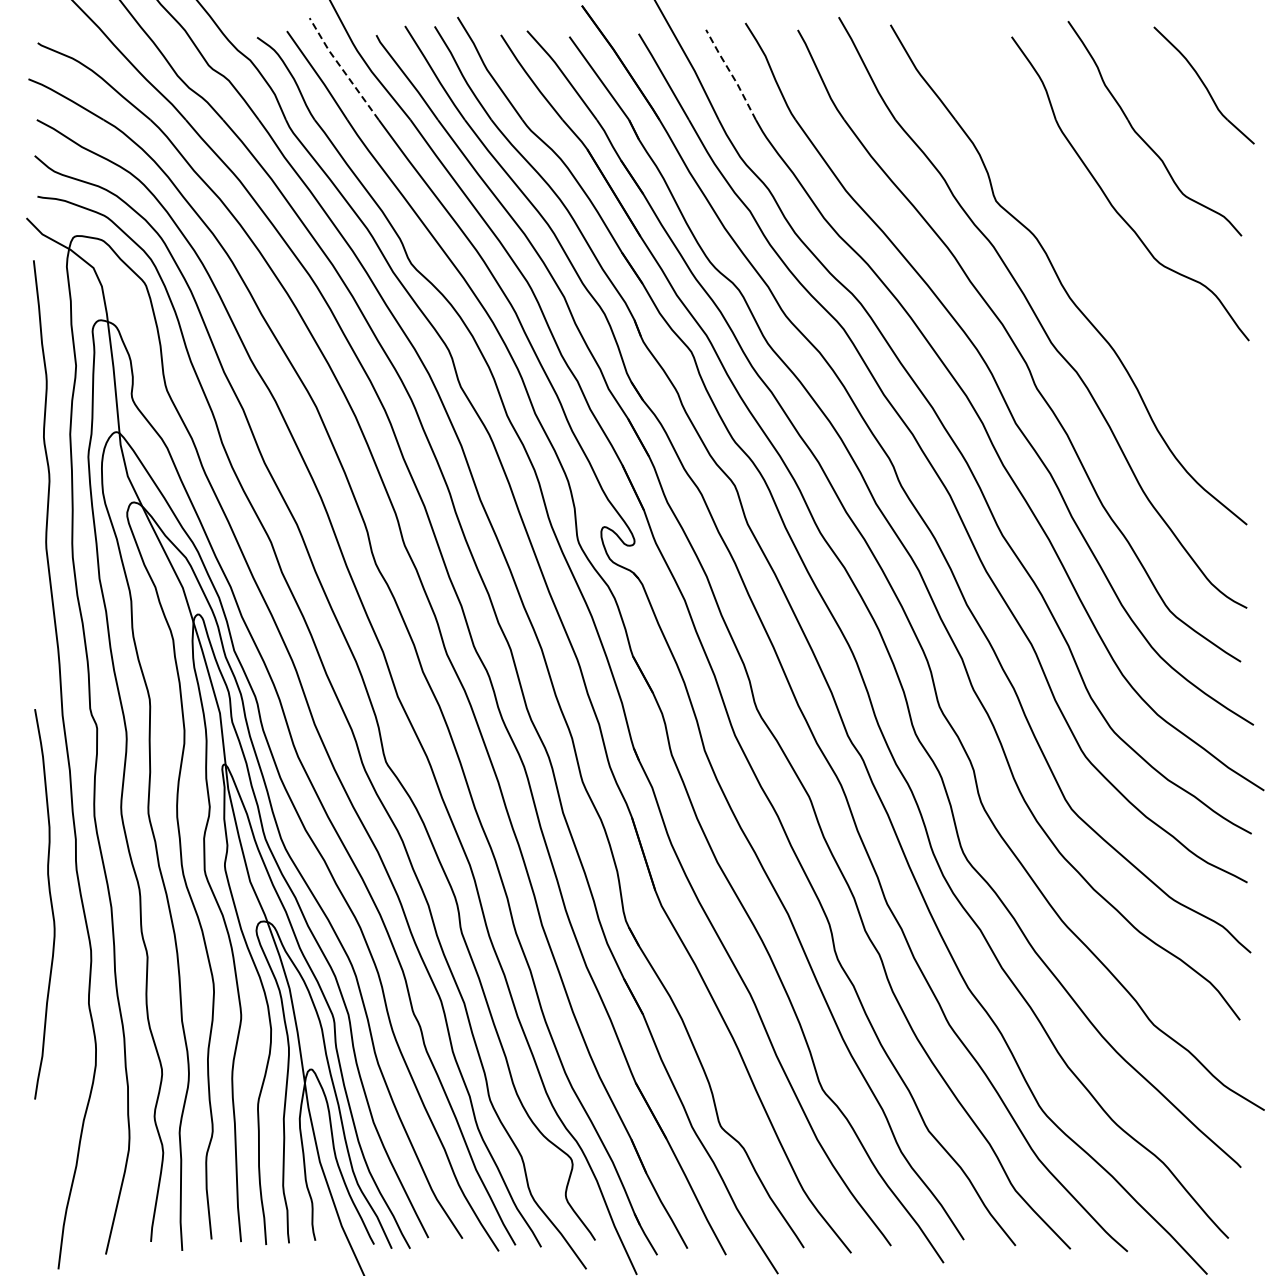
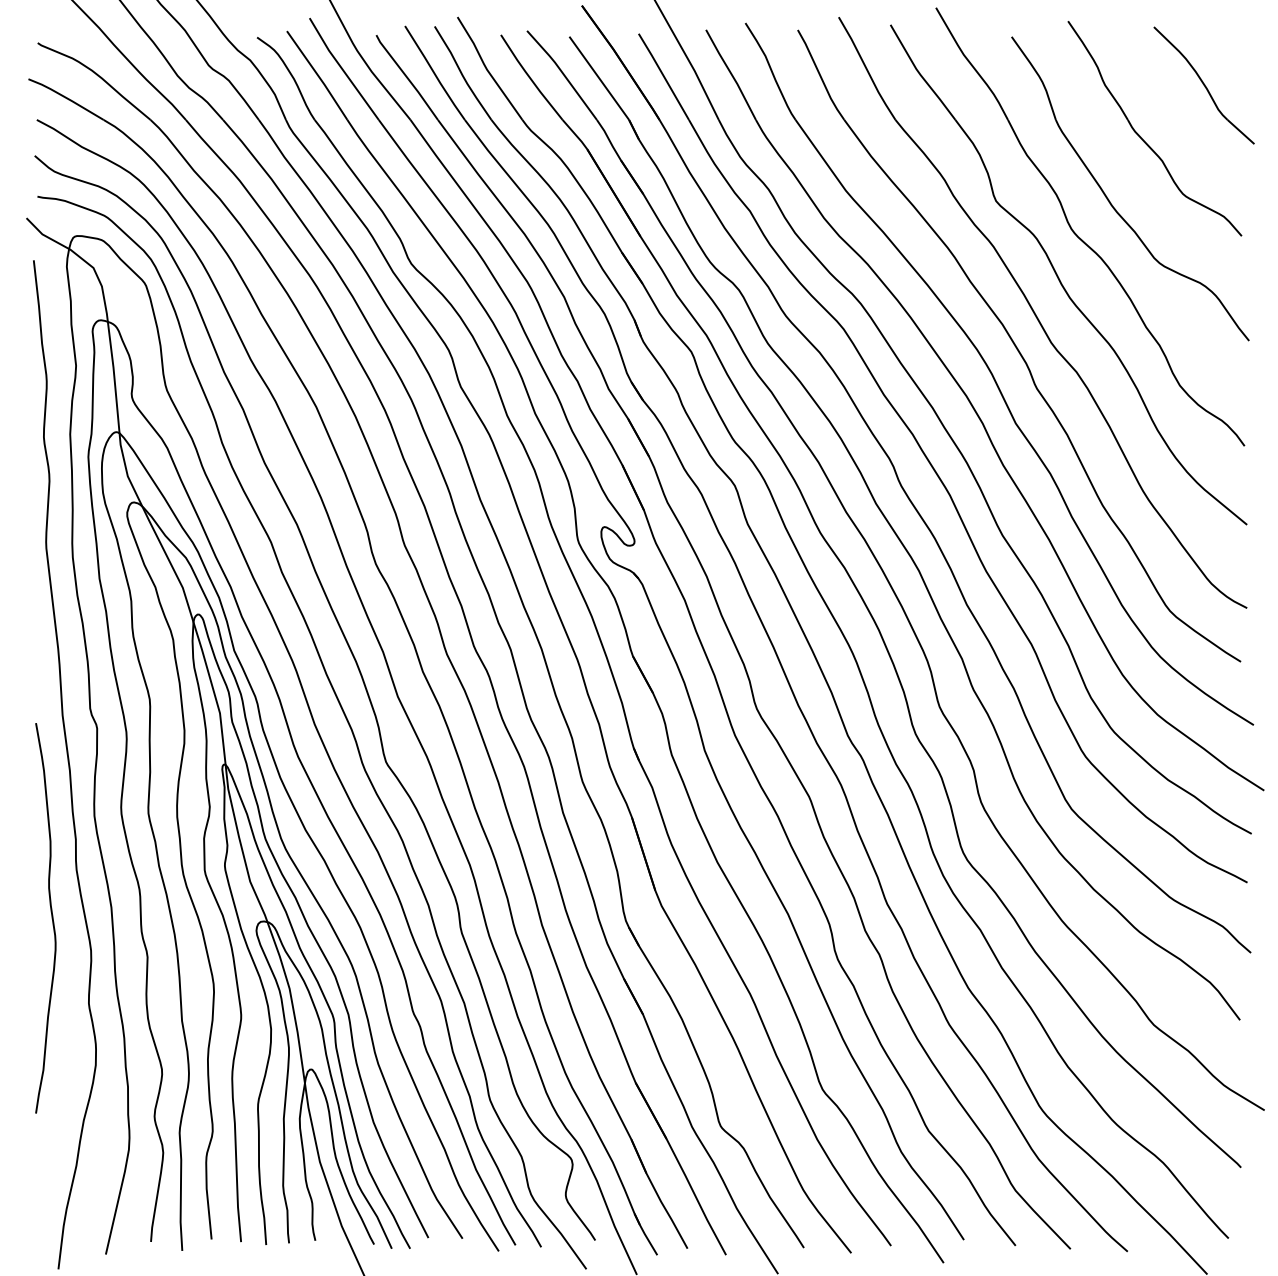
line at (342, 69): dashed -> solid
line at (731, 73): dashed -> solid
part at (1080, 237): none -> present
curve at (50, 904) position: (50, 904) -> (51, 918)
